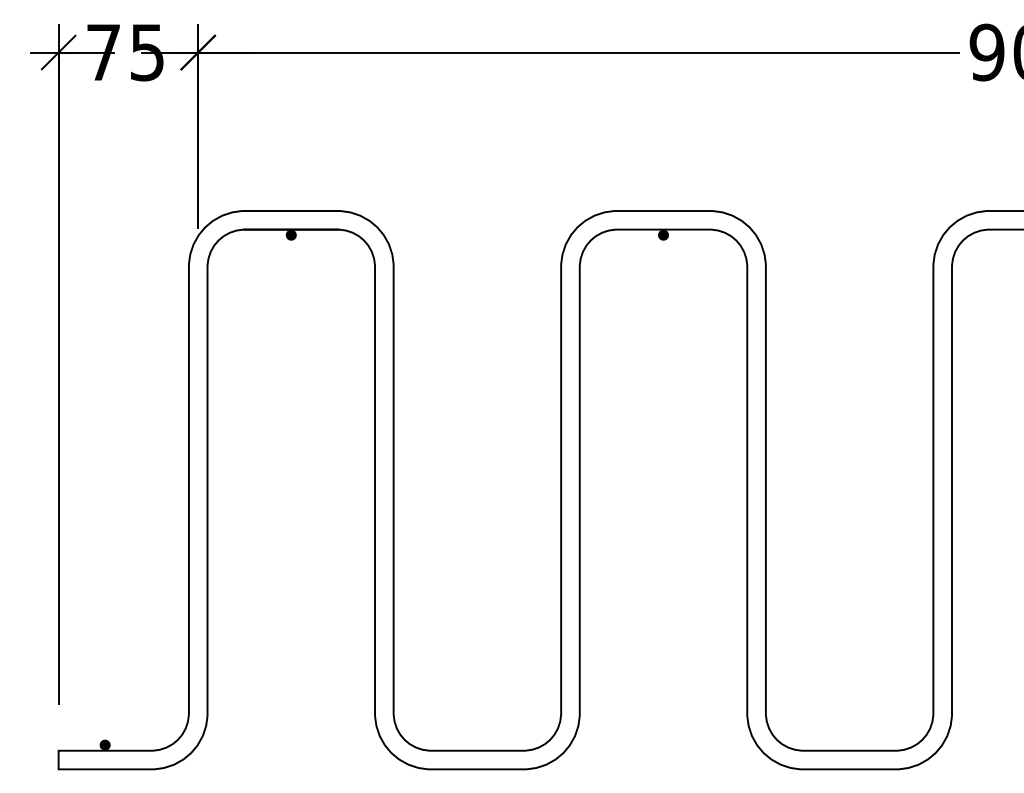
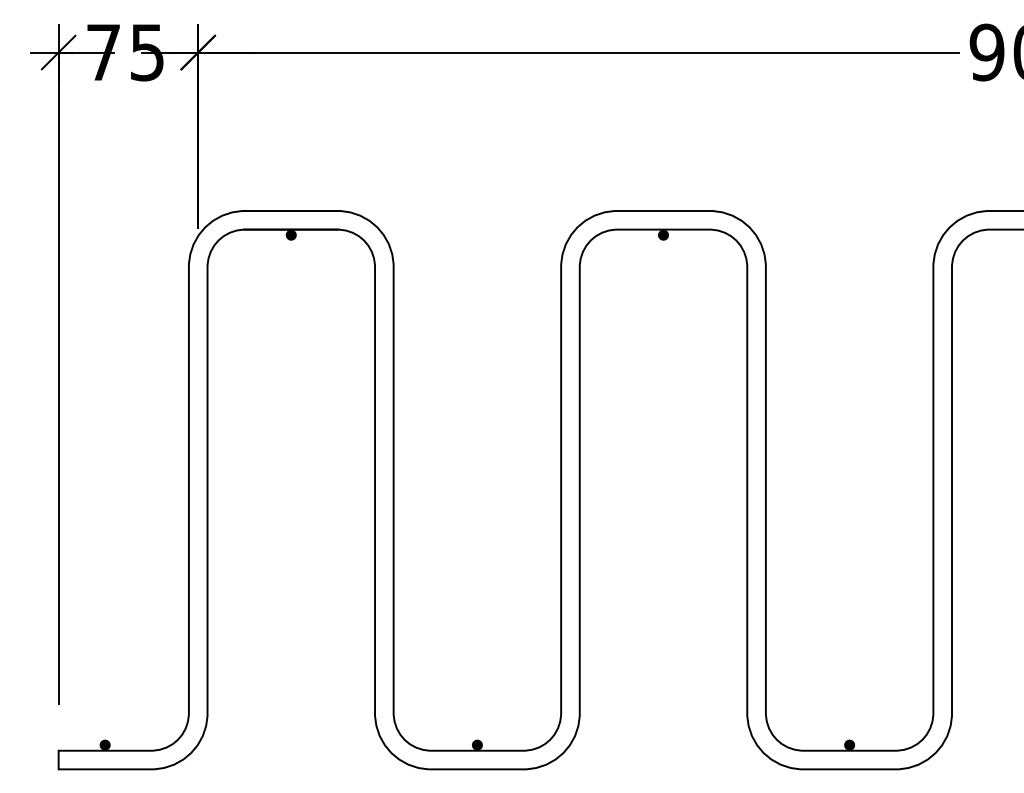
fill at (476, 744): none -> present
fill at (849, 744): none -> present
